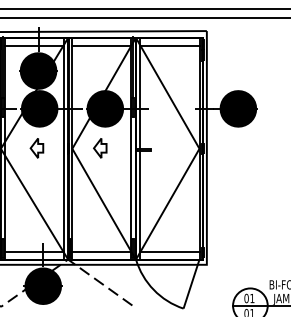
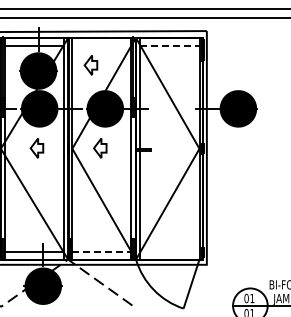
line at (101, 45): present -> none
line at (169, 45): solid -> dashed
part at (90, 65): none -> present
line at (102, 252): solid -> dashed
line at (169, 252): present -> none
